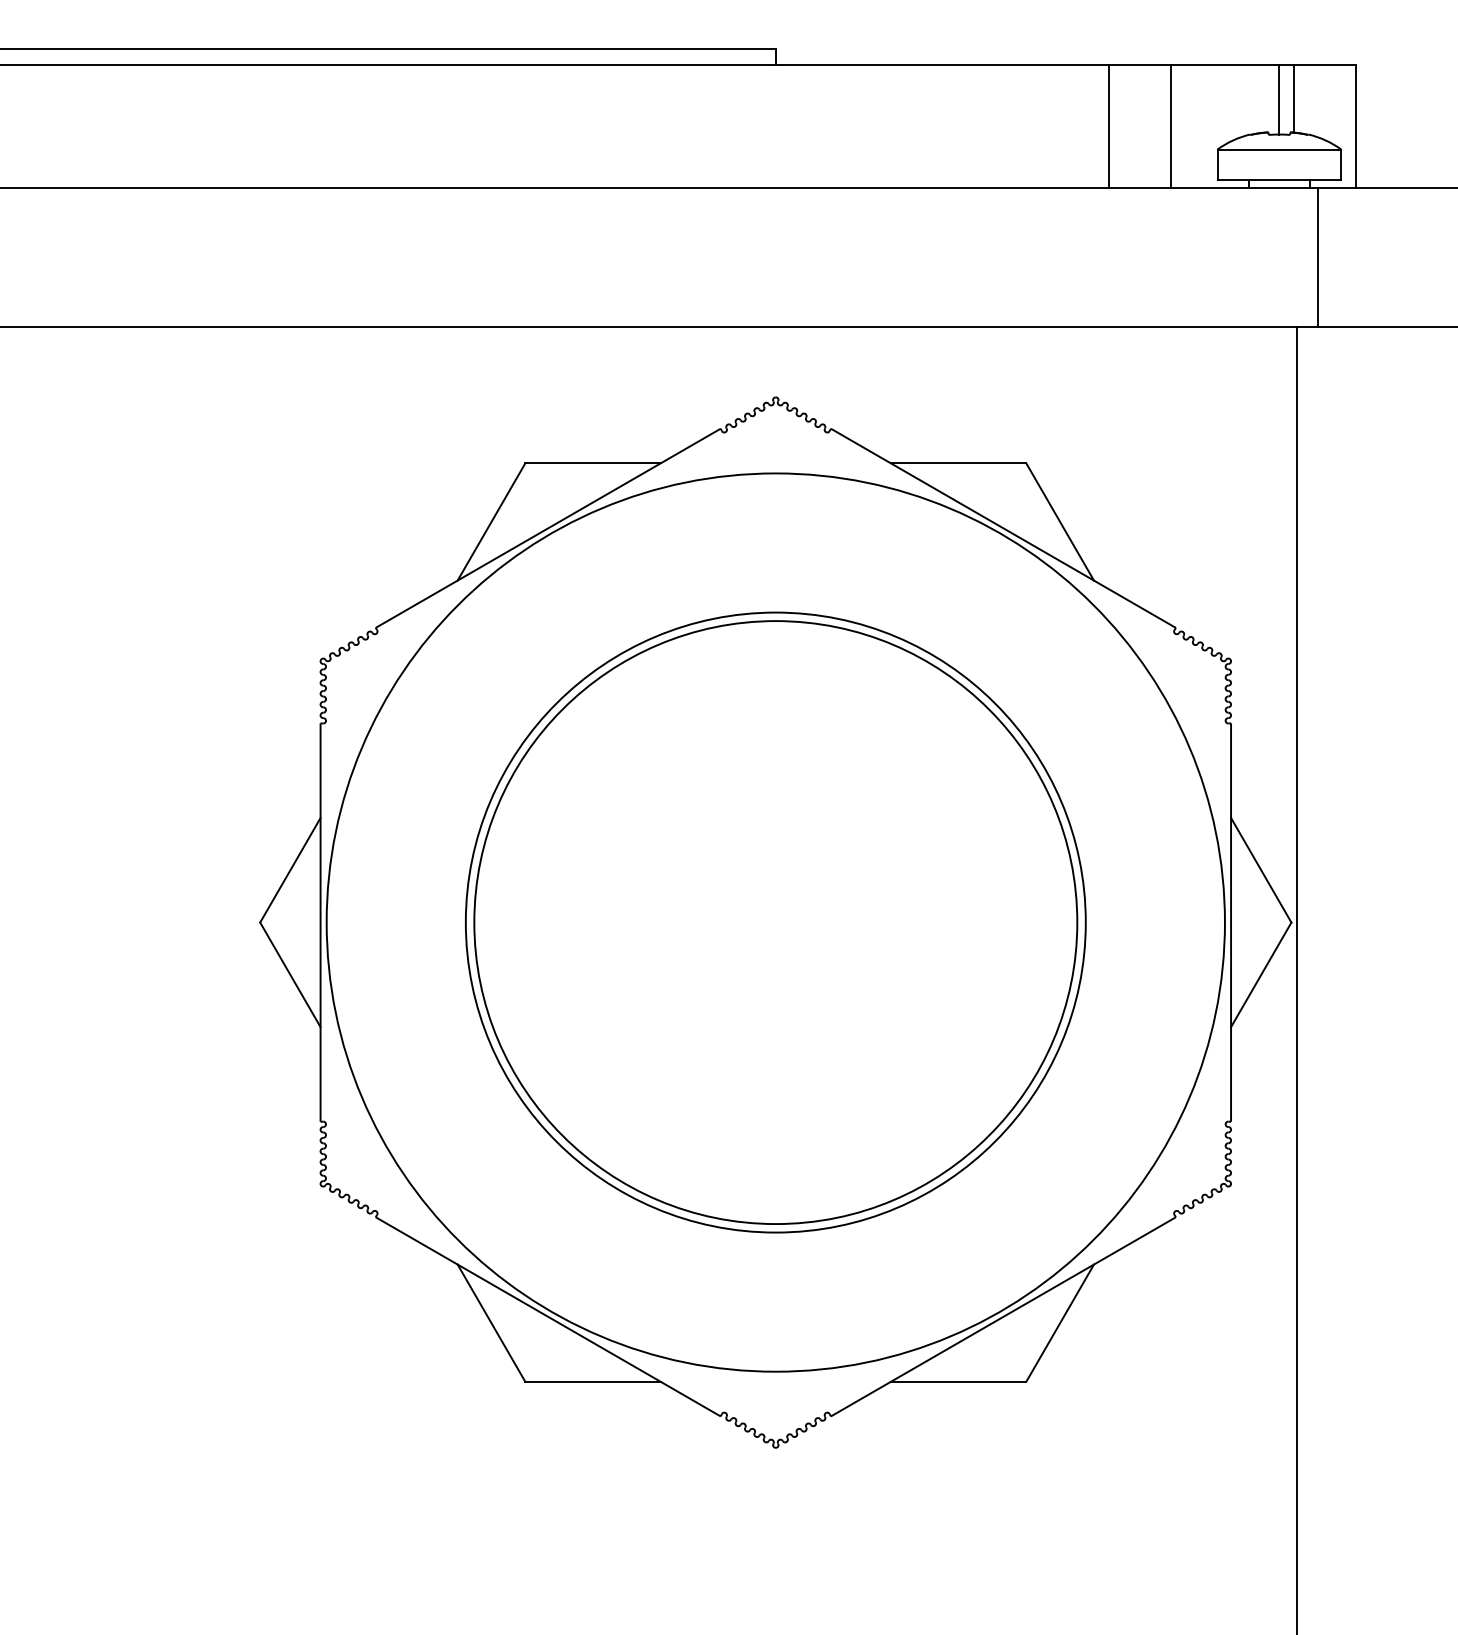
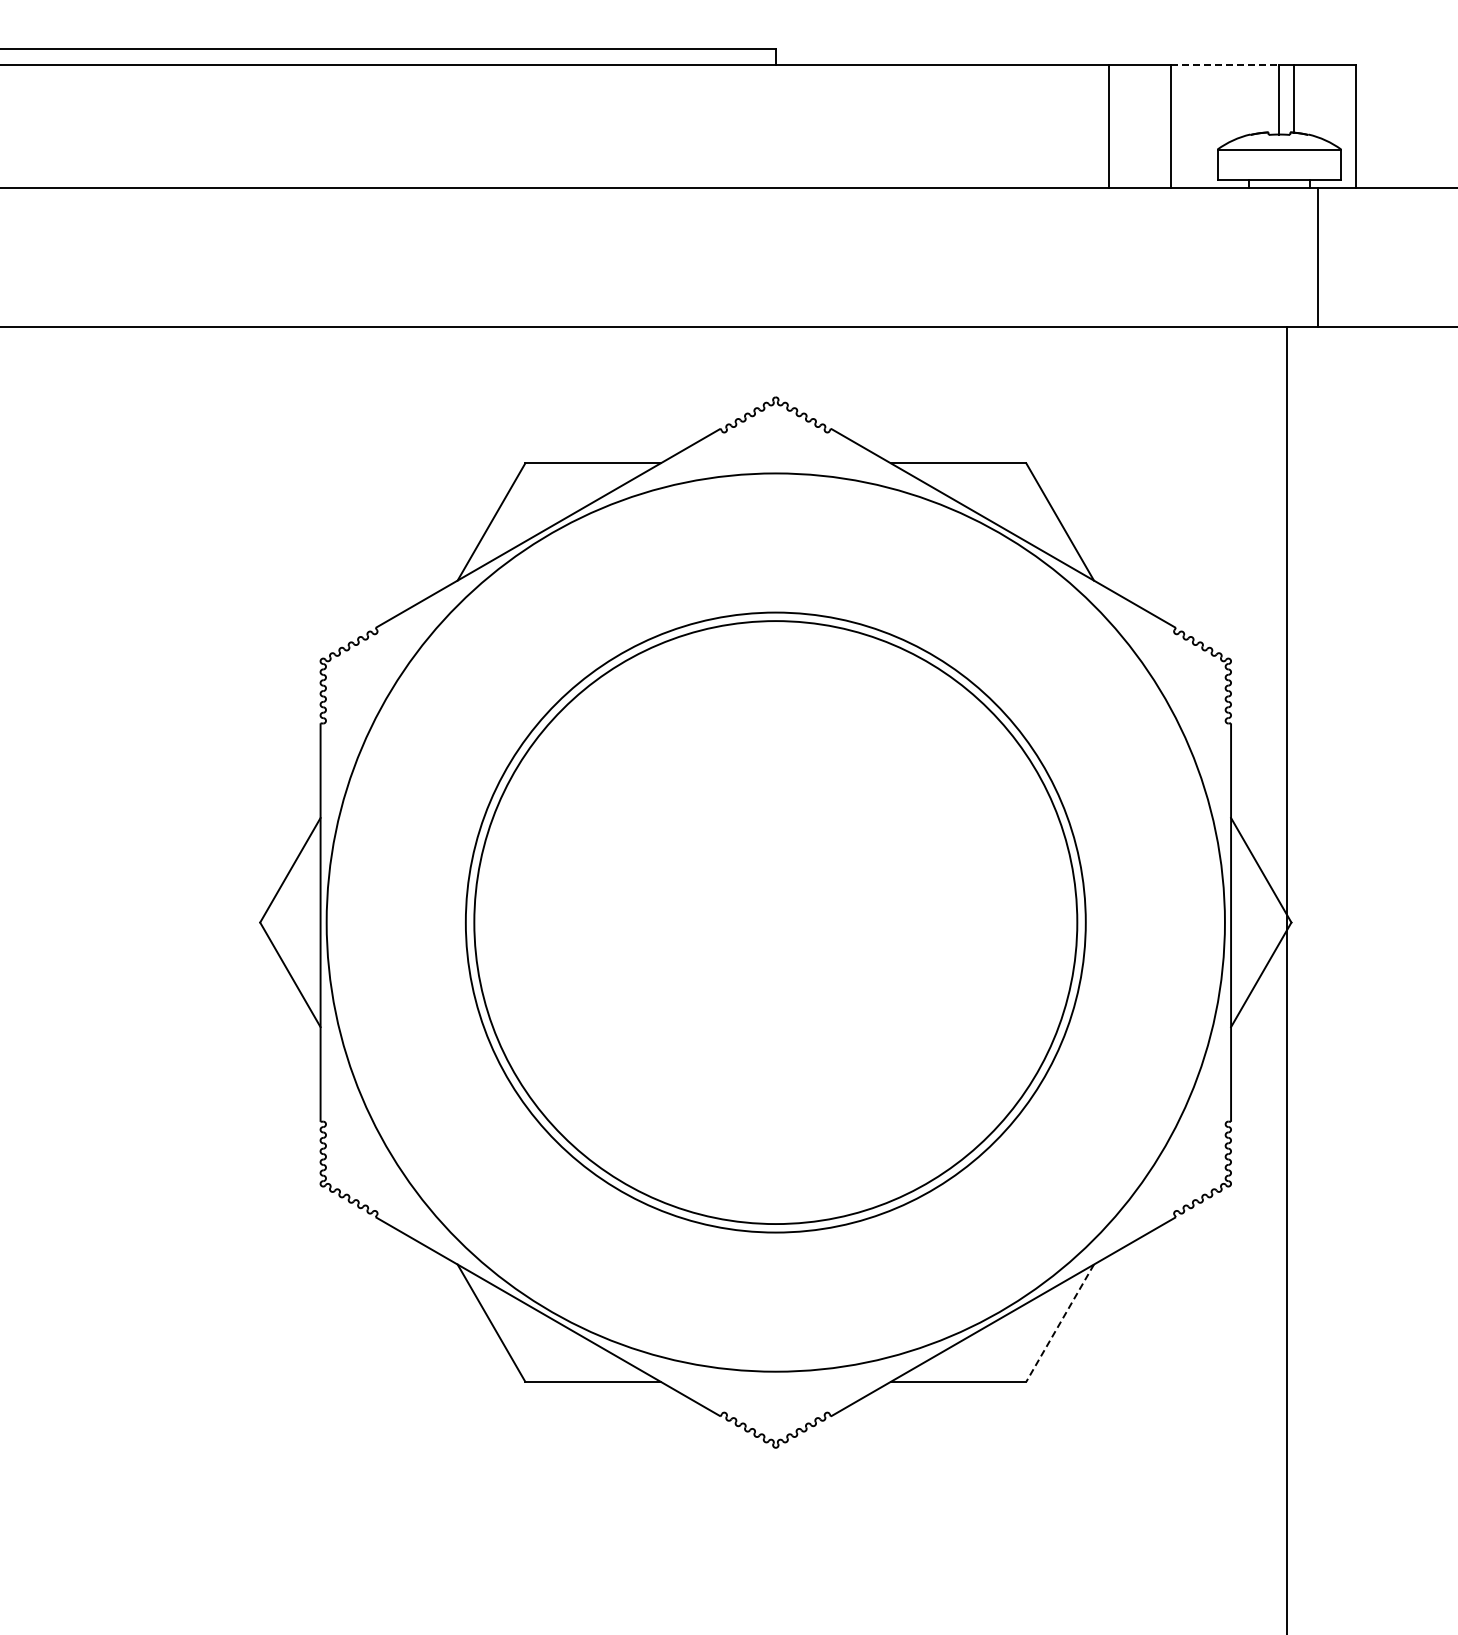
line at (1225, 64): solid -> dashed
line at (1296, 979) position: (1296, 979) -> (1286, 979)
line at (1060, 1323): solid -> dashed
